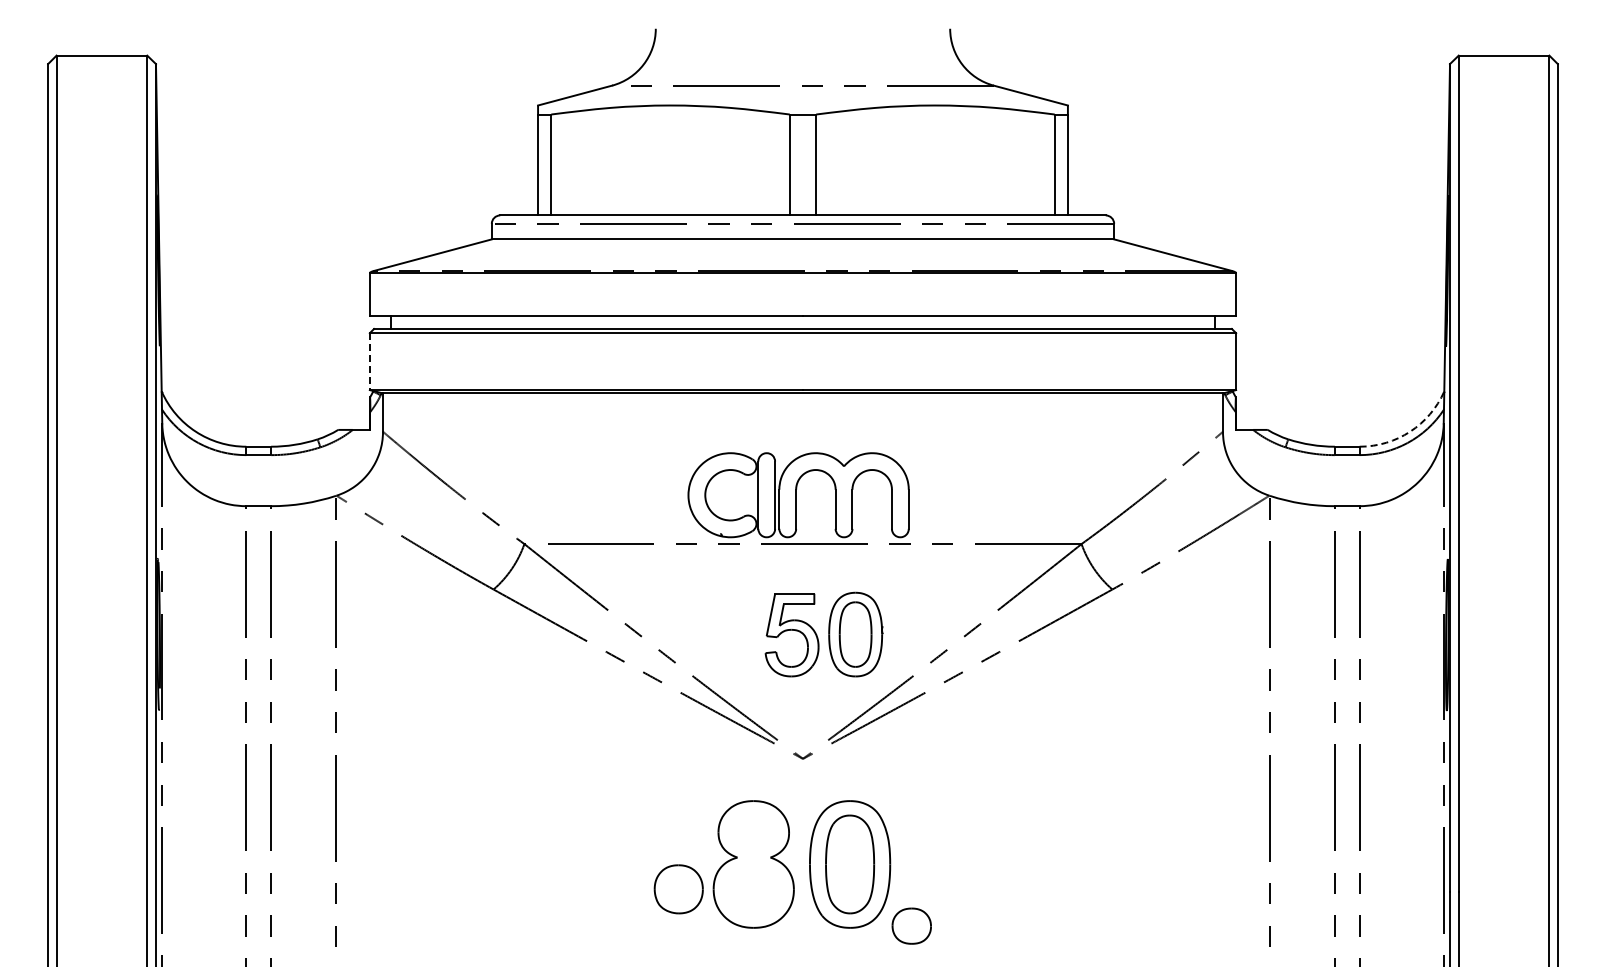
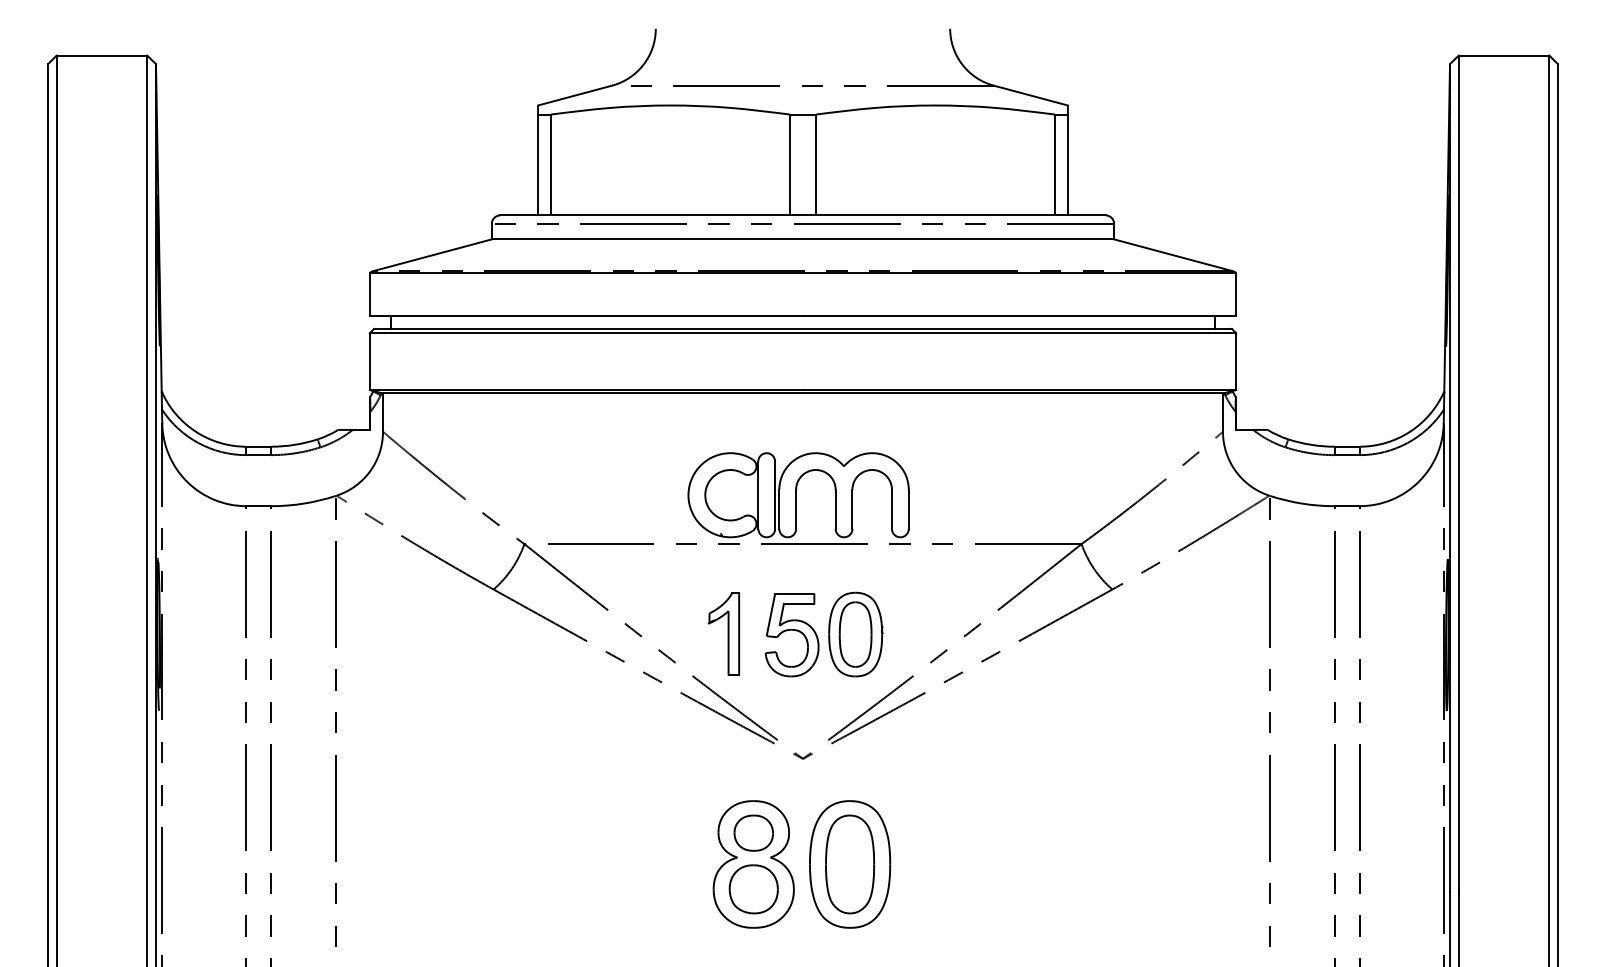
line at (369, 362): dashed -> solid
arc at (1410, 431): dashed -> solid
part at (723, 633): none -> present
part at (678, 889) position: (678, 889) -> (753, 889)
part at (911, 925) position: (911, 925) -> (753, 832)
